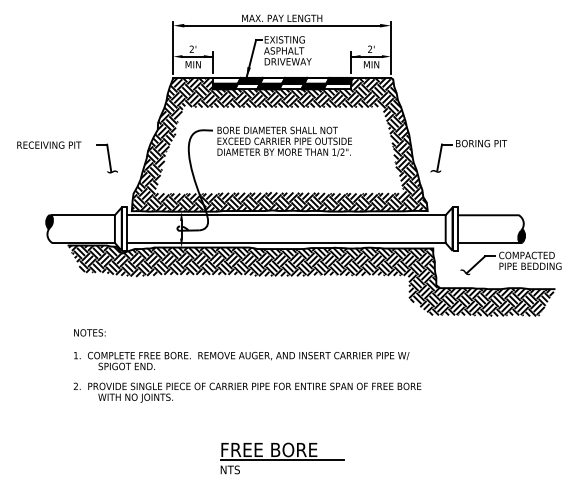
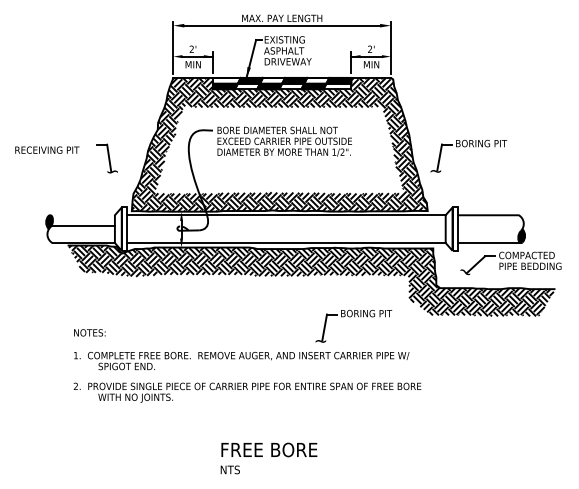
text at (49, 144) position: (49, 144) -> (47, 149)
line at (83, 215) position: (83, 215) -> (83, 226)
part at (354, 317): none -> present
line at (282, 460): present -> none
